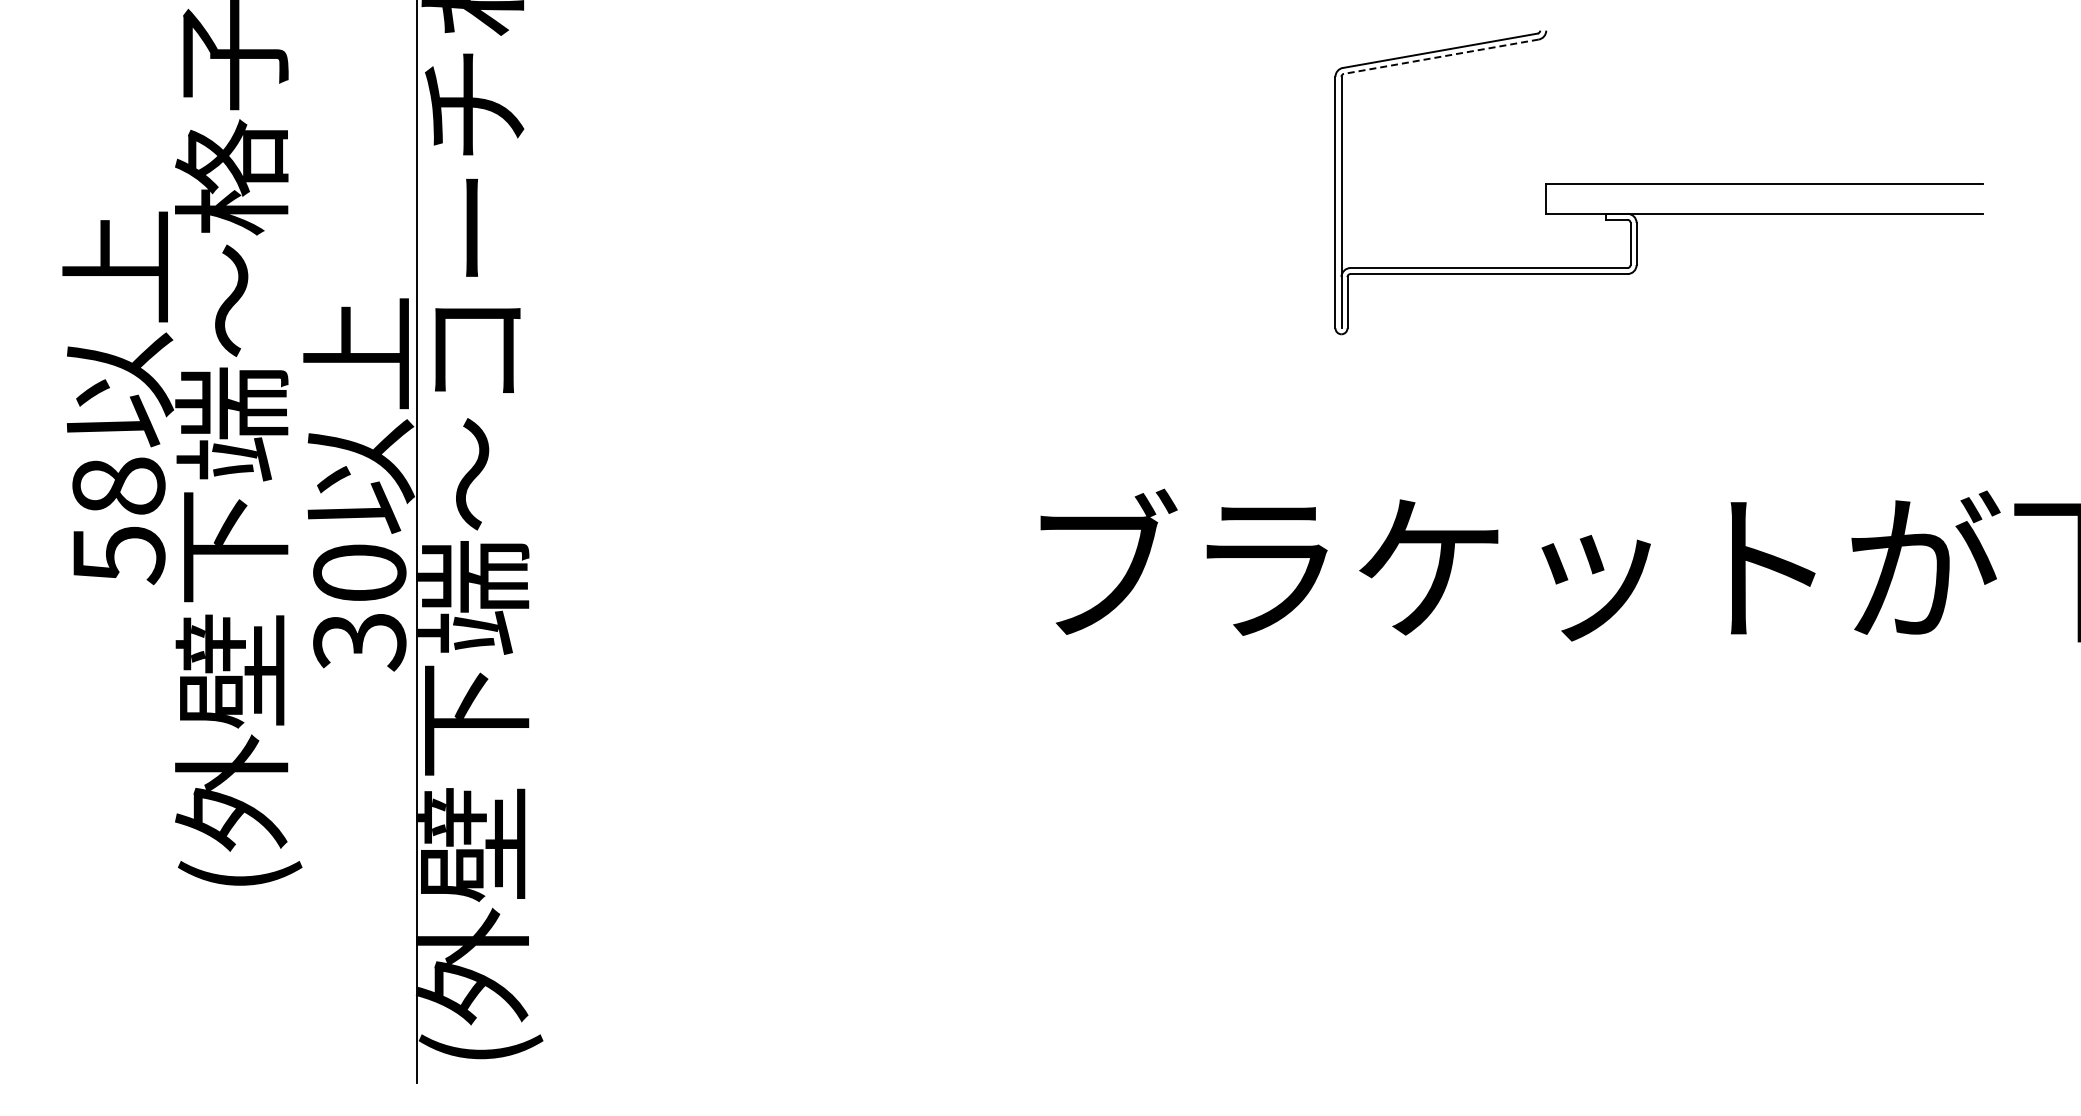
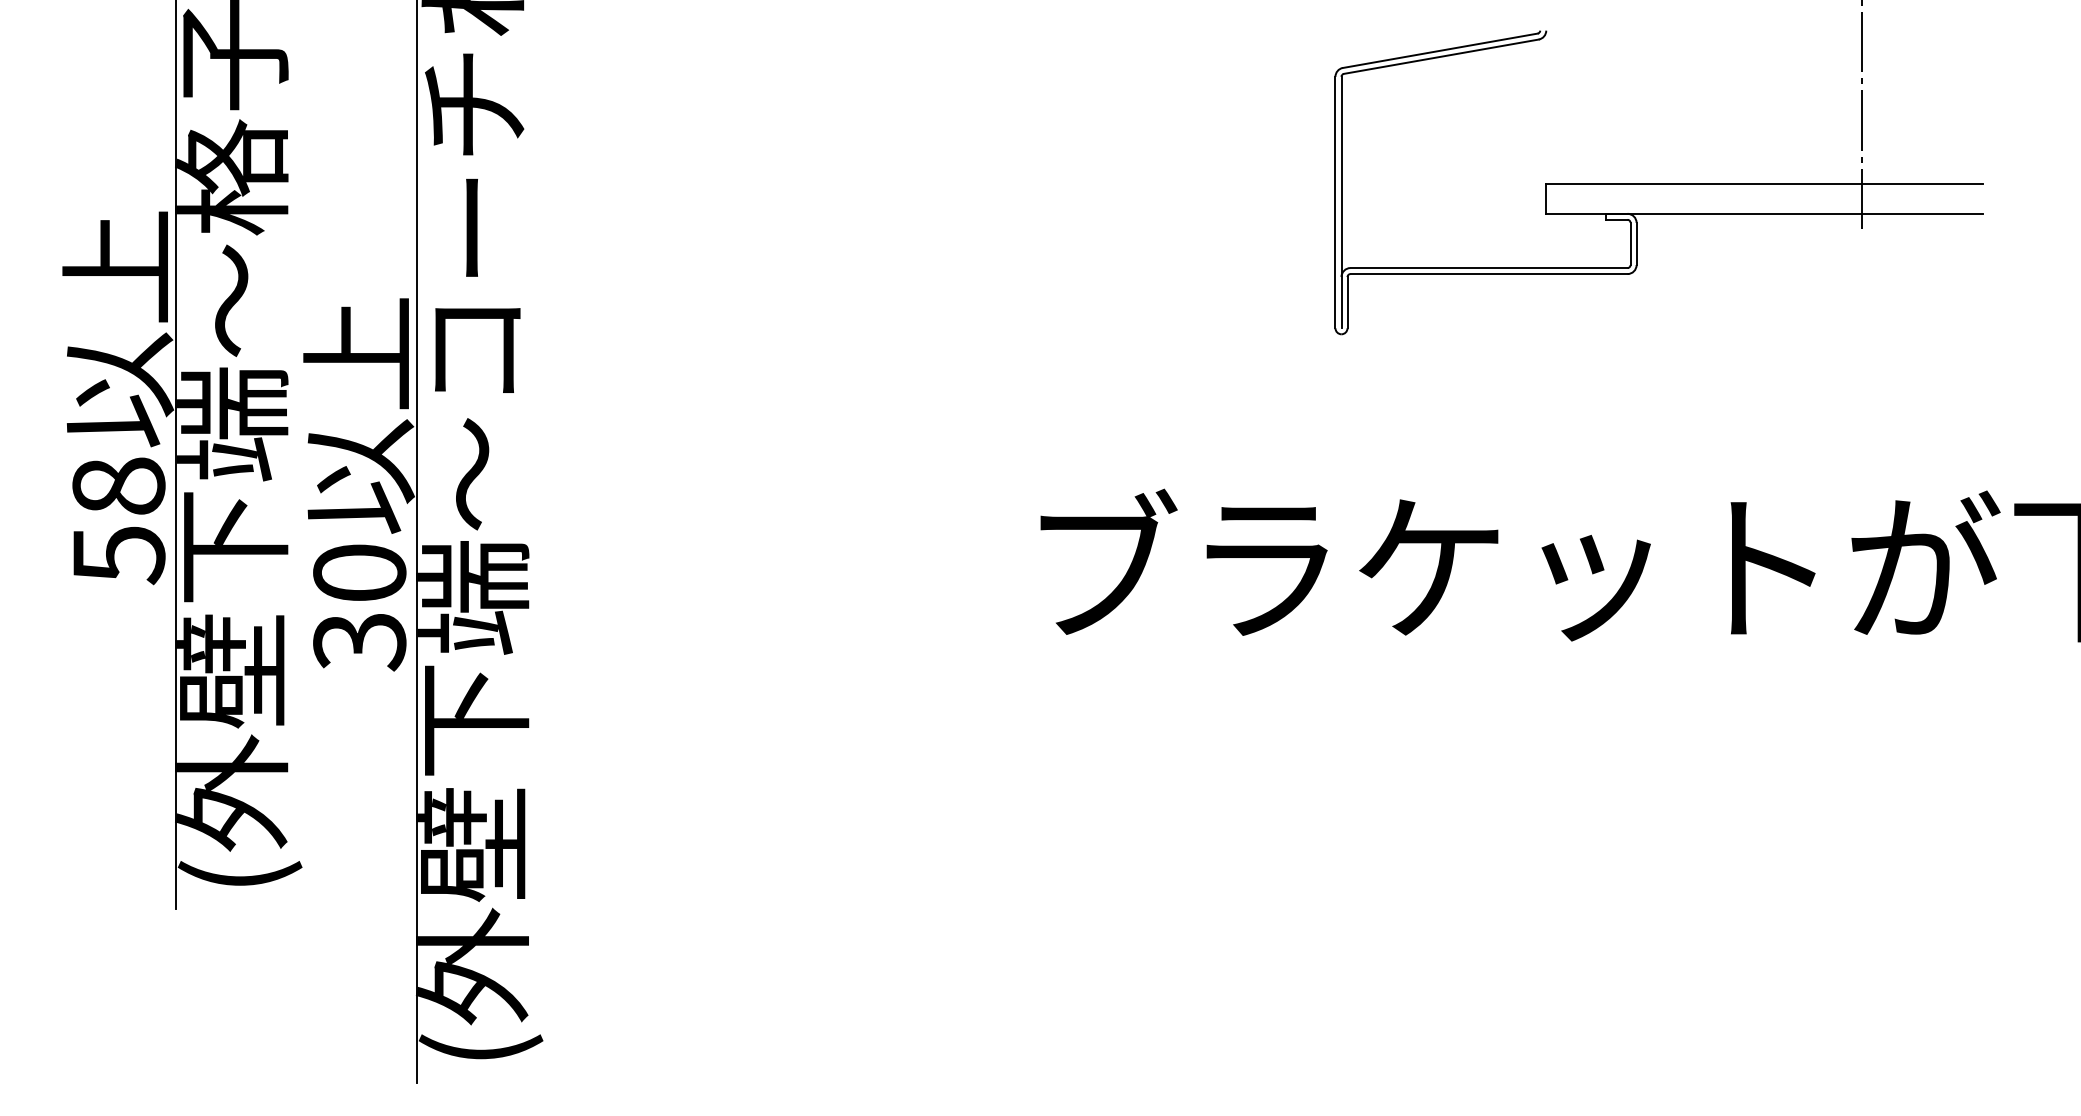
line at (1441, 56): dashed -> solid
line at (1862, 115): none -> present
line at (176, 455): none -> present
